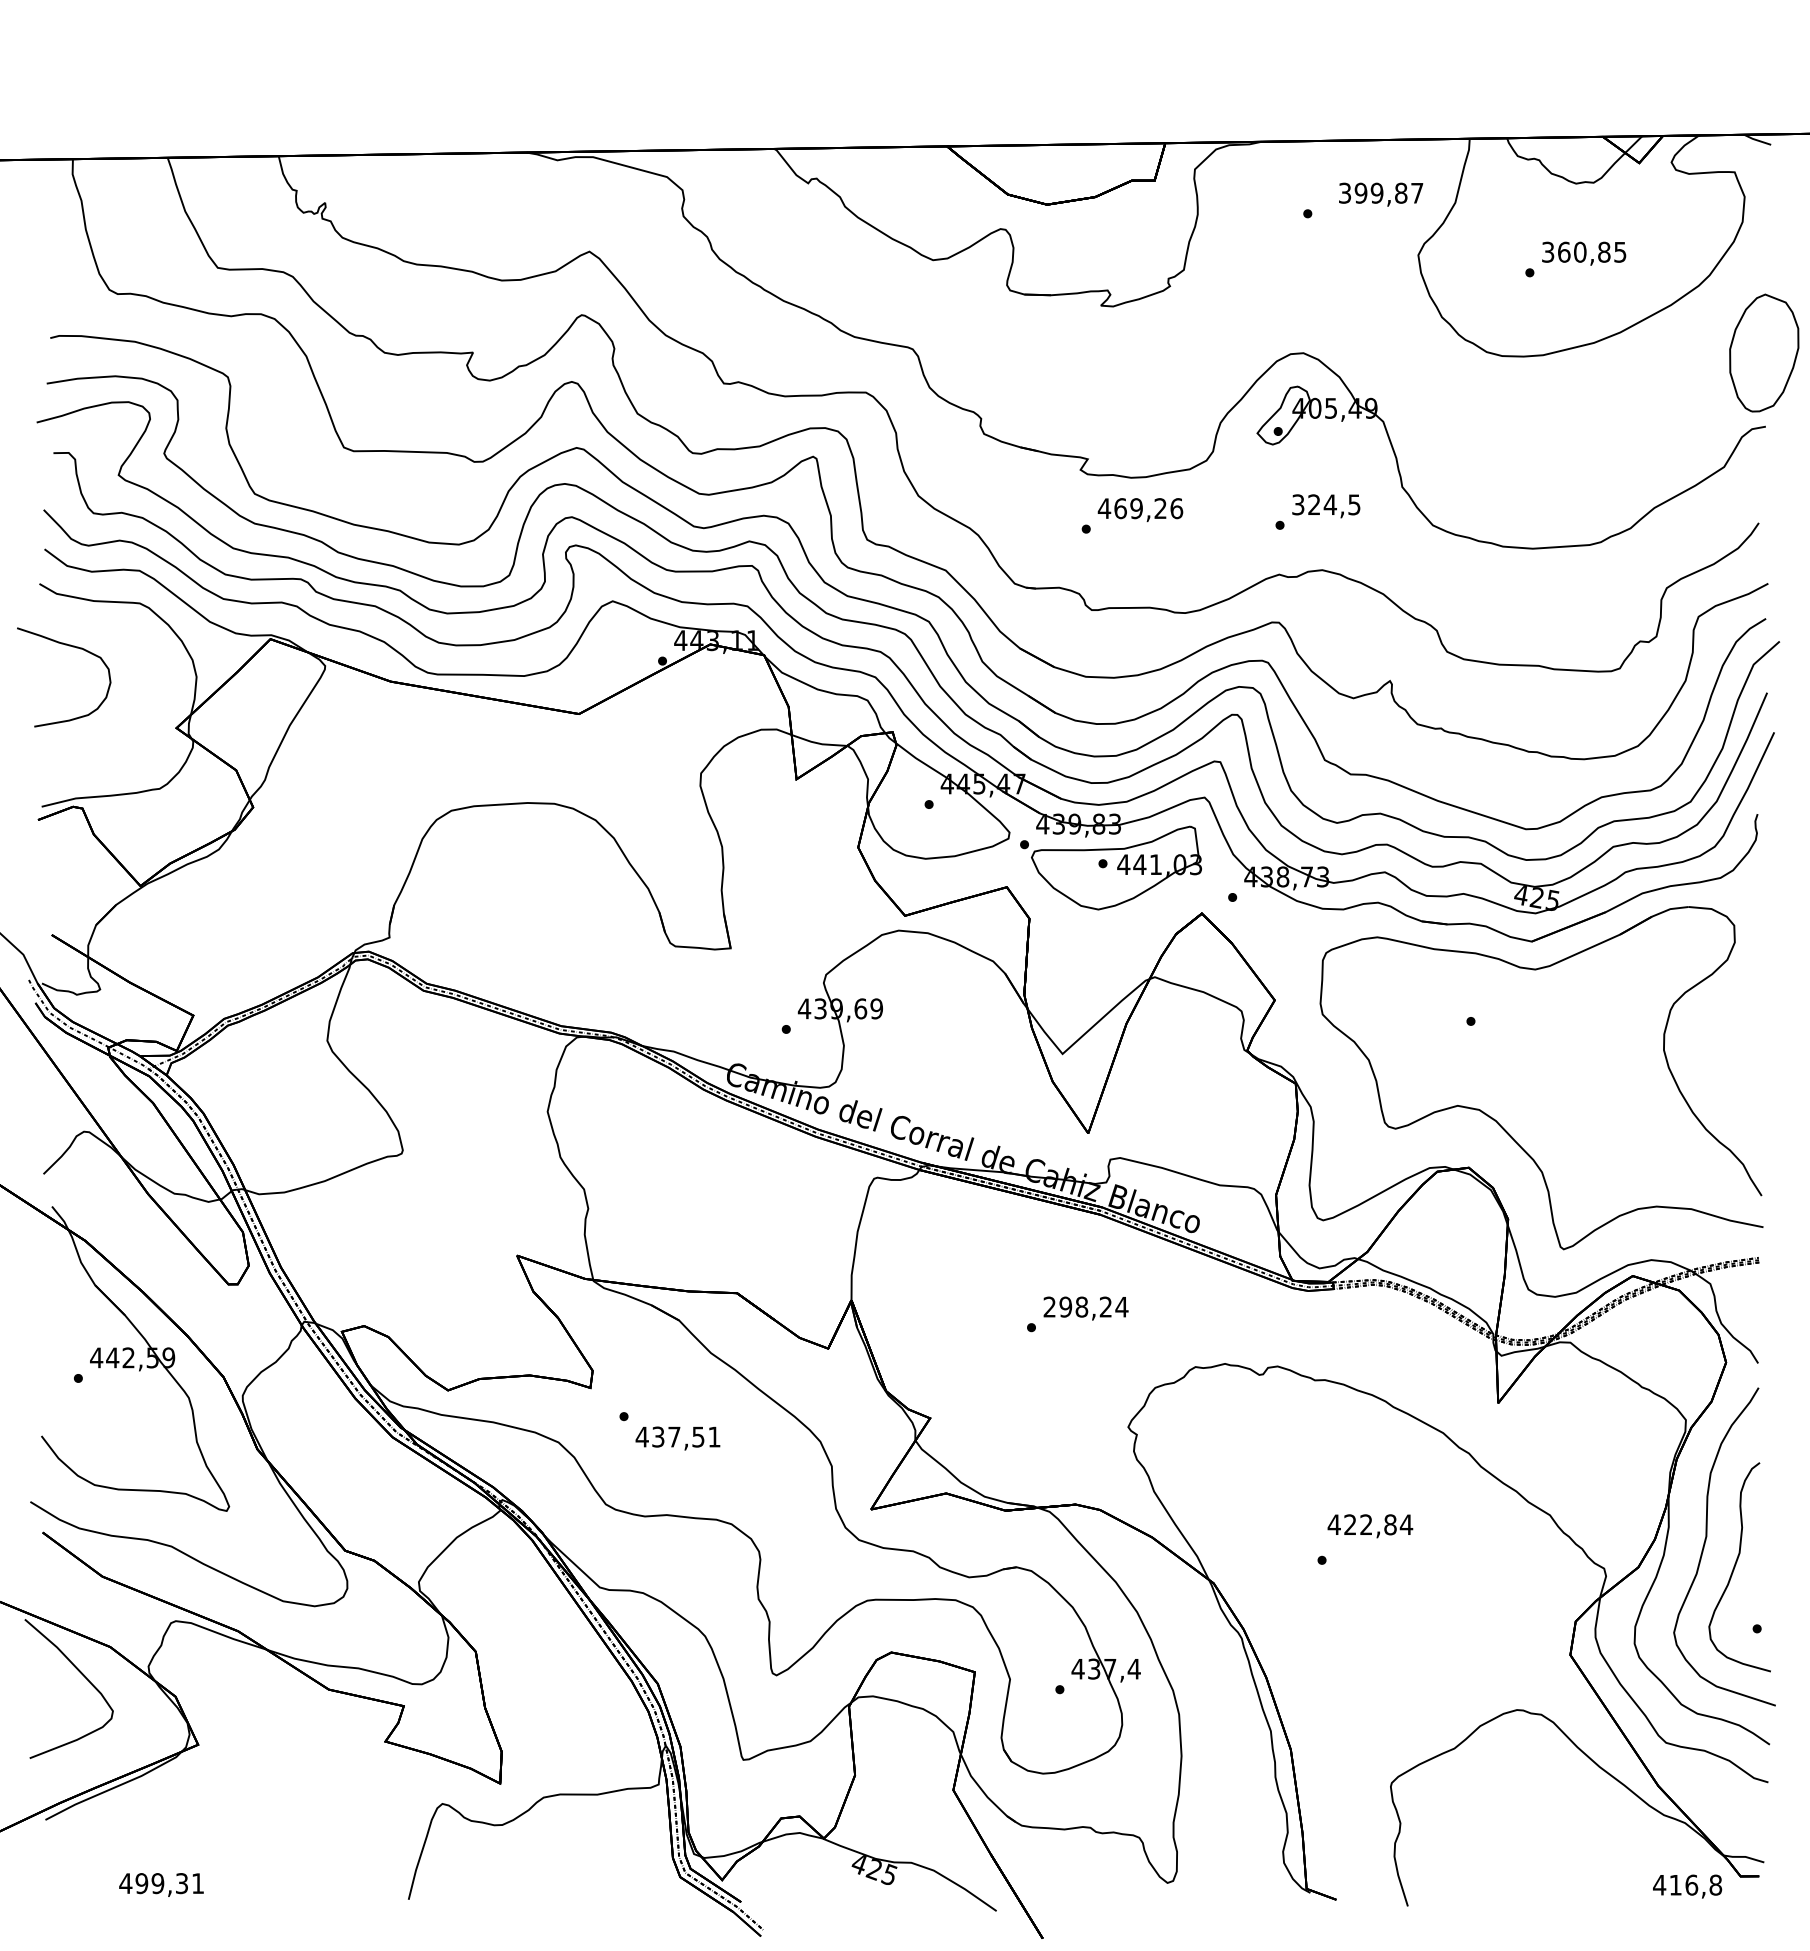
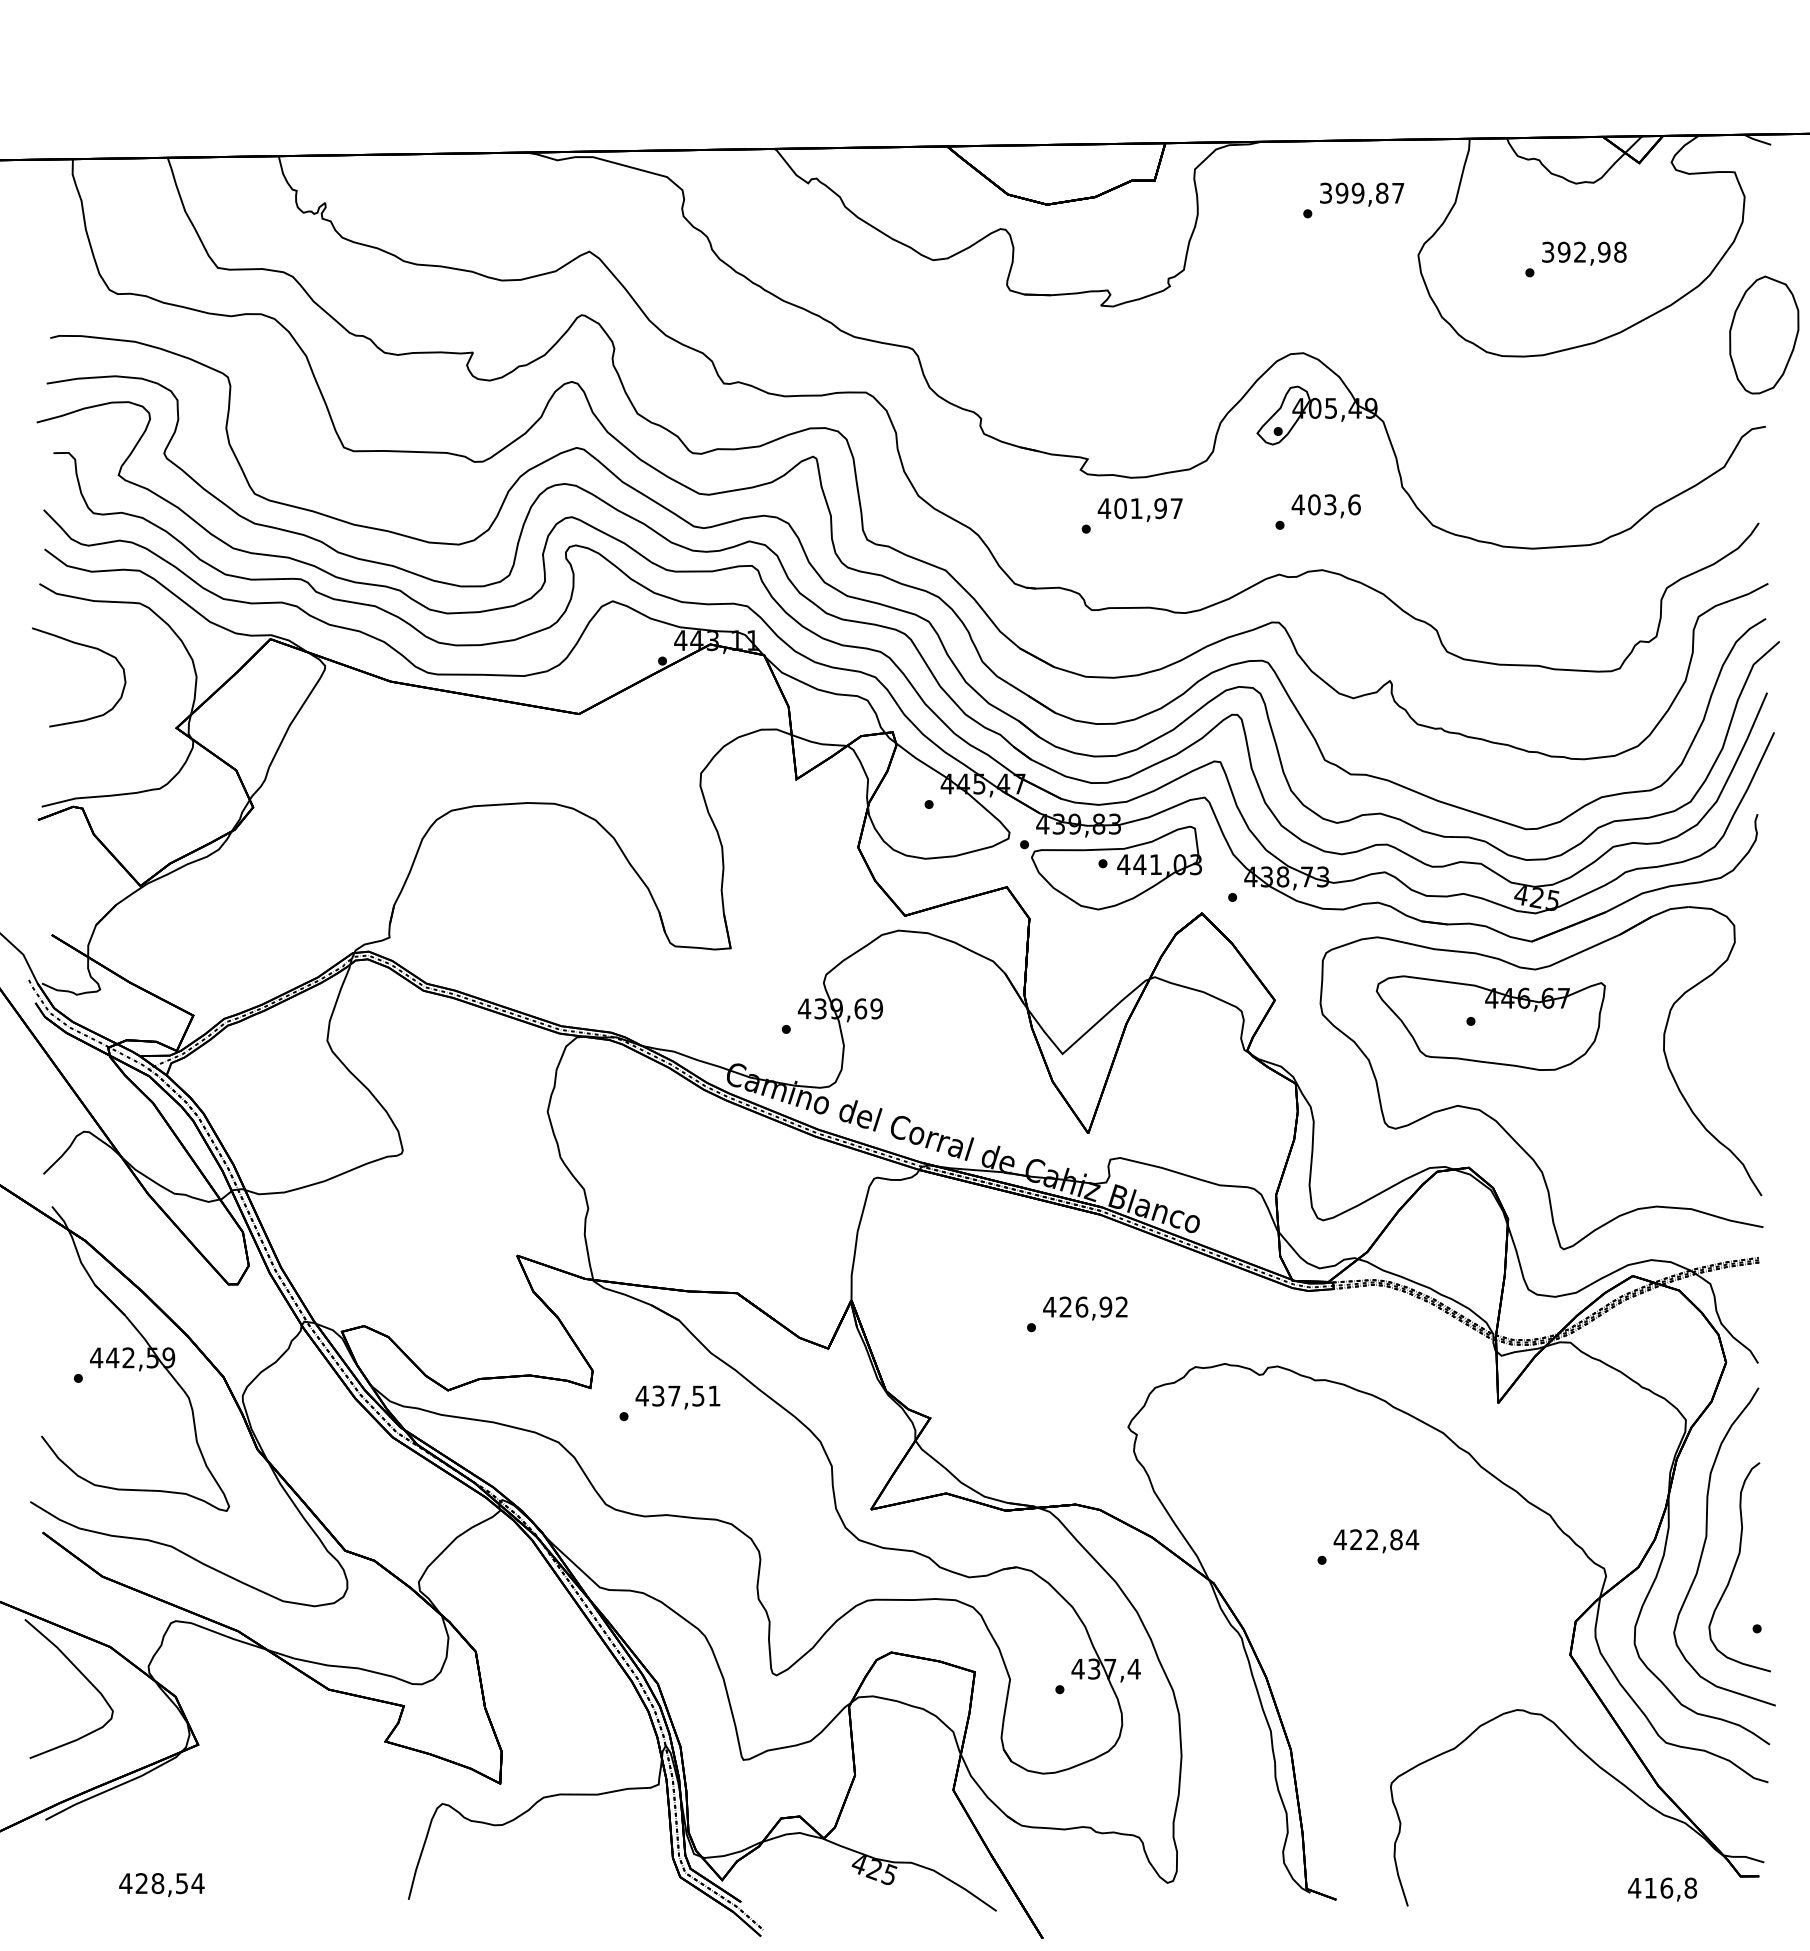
text at (1381, 194) position: (1381, 194) -> (1362, 194)
text at (1591, 251): 360,85 -> 392,98
part at (1764, 352) position: (1764, 352) -> (1764, 334)
text at (1325, 504): 324,5 -> 403,6
text at (1148, 508): 469,26 -> 401,97
curve at (72, 647) position: (72, 647) -> (87, 647)
part at (1490, 1022): none -> present
text at (1085, 1306): 298,24 -> 426,92
text at (677, 1438) position: (677, 1438) -> (677, 1397)
text at (1370, 1526) position: (1370, 1526) -> (1376, 1541)
text at (169, 1883): 499,31 -> 428,54
text at (1687, 1886) position: (1687, 1886) -> (1662, 1889)
